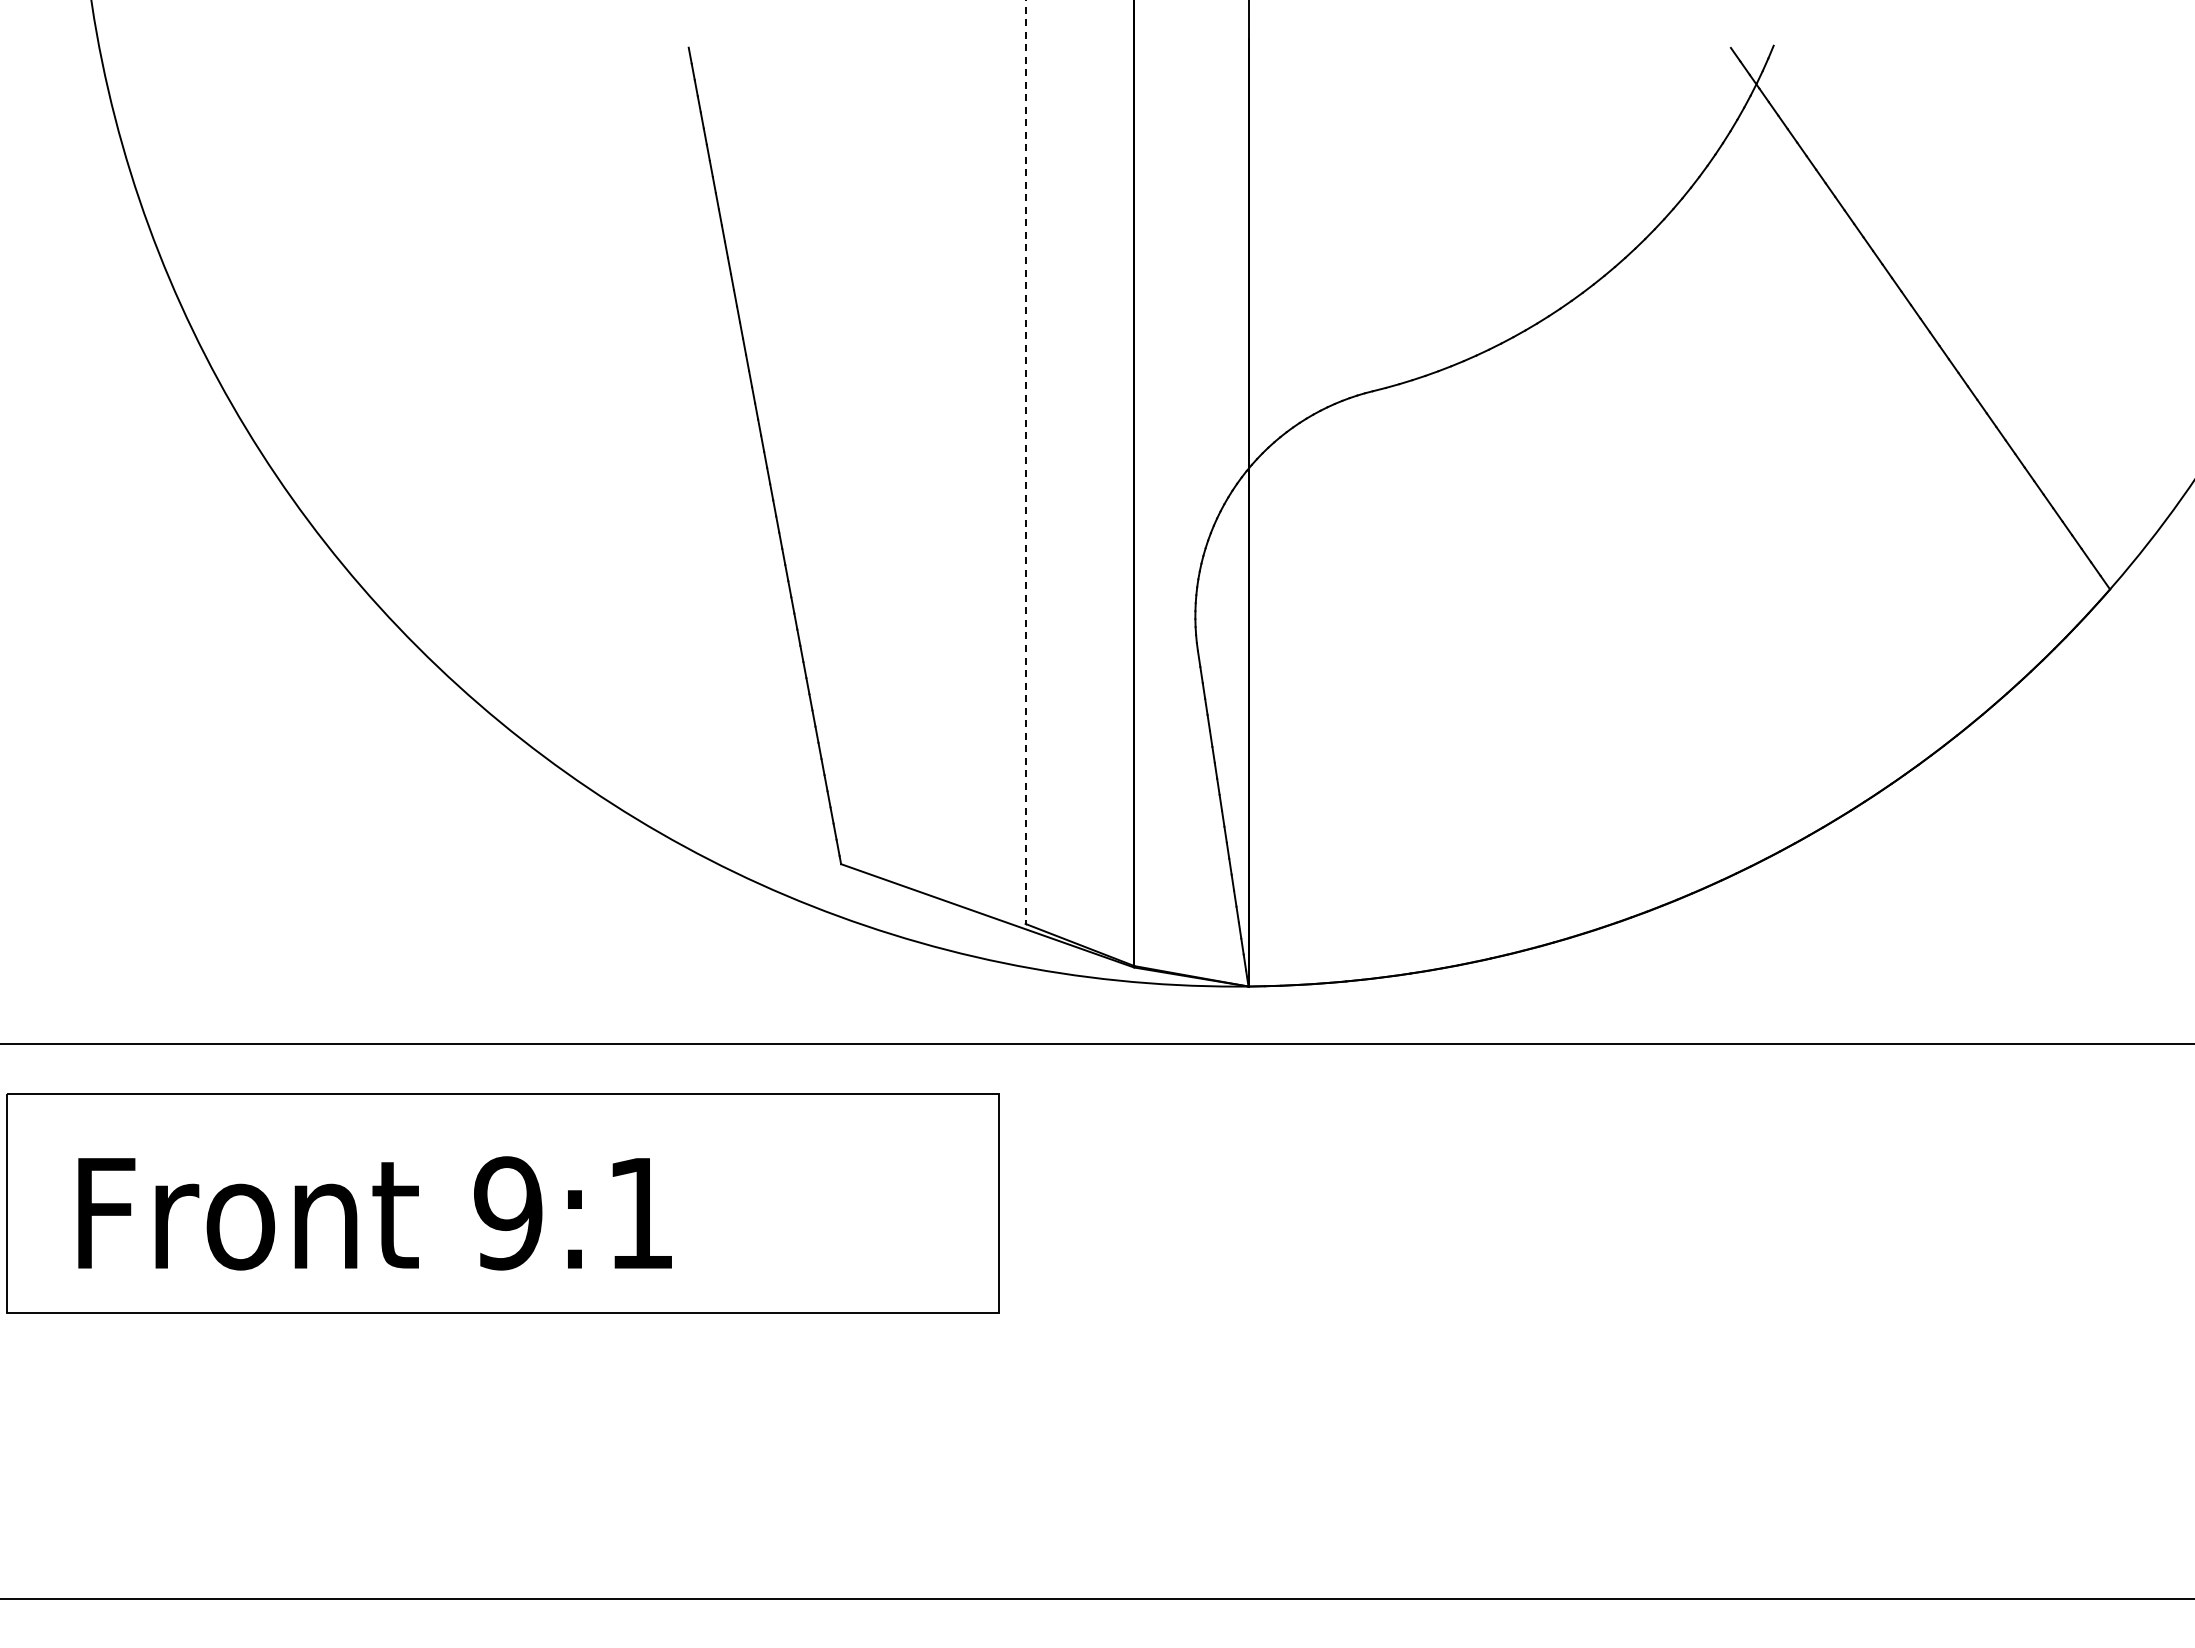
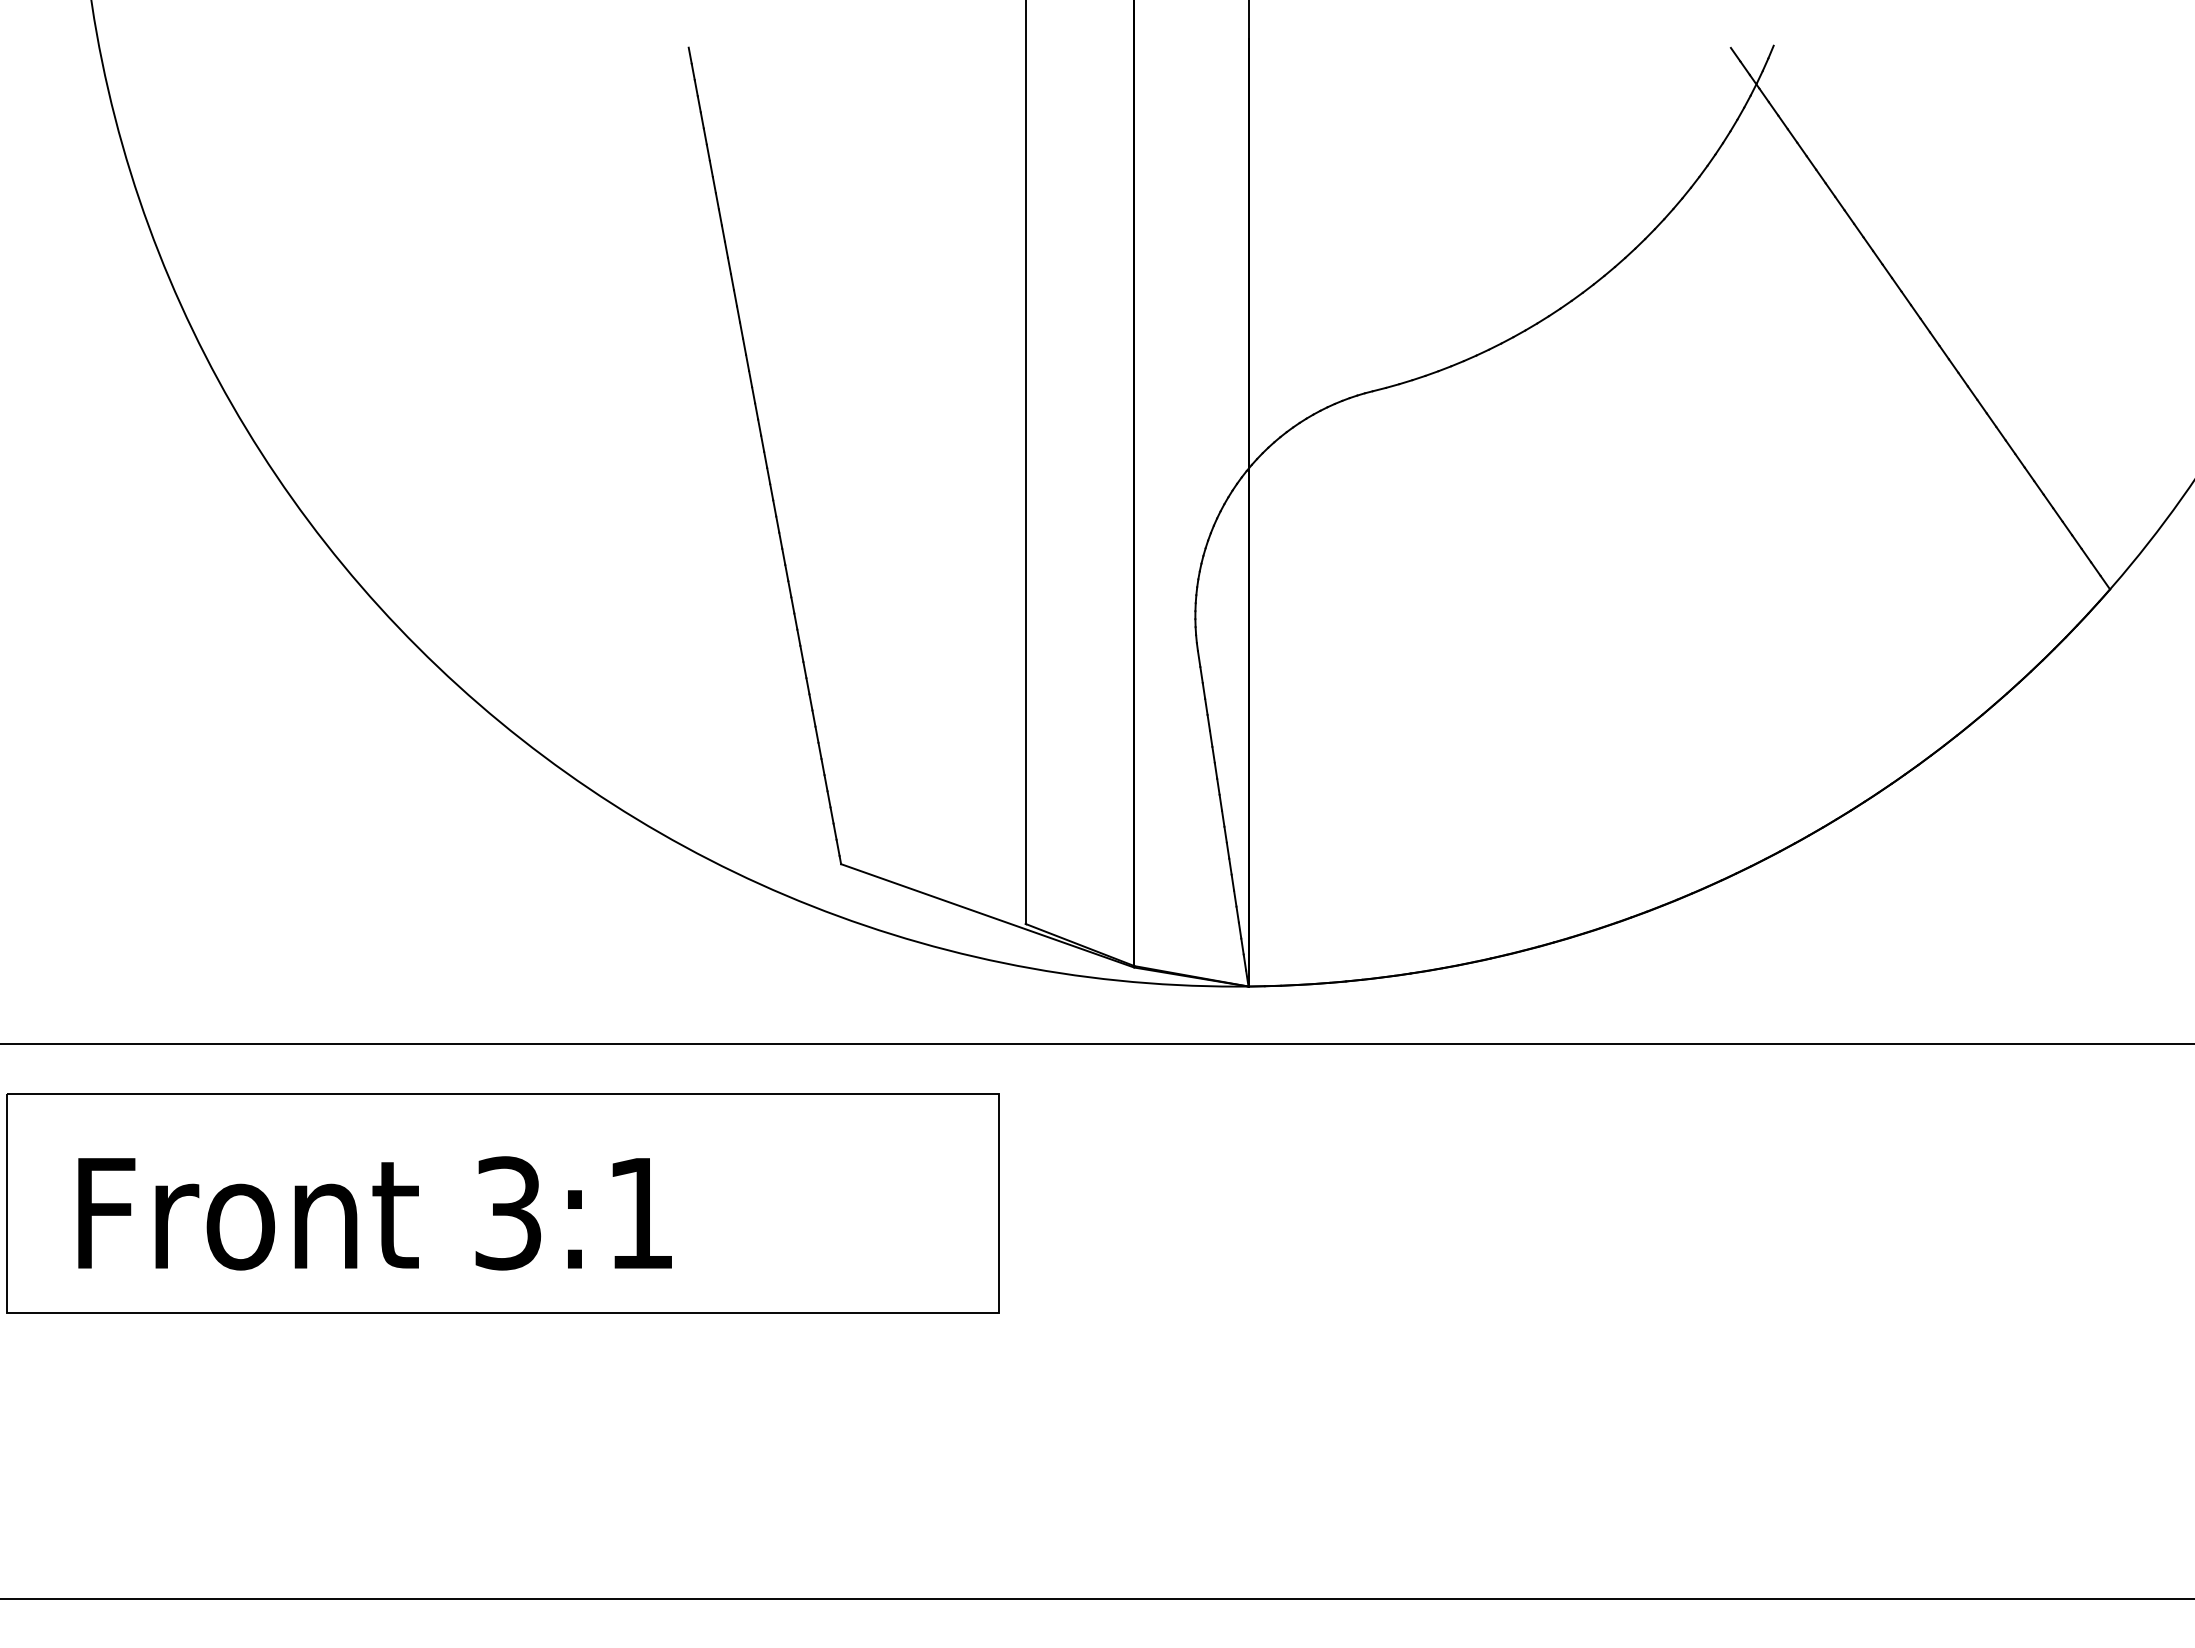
line at (1025, 462): dashed -> solid
text at (508, 1213): 9:1 -> 3:1
